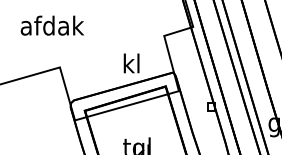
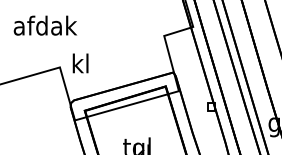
text at (51, 25) position: (51, 25) -> (44, 25)
text at (131, 63) position: (131, 63) -> (80, 63)
